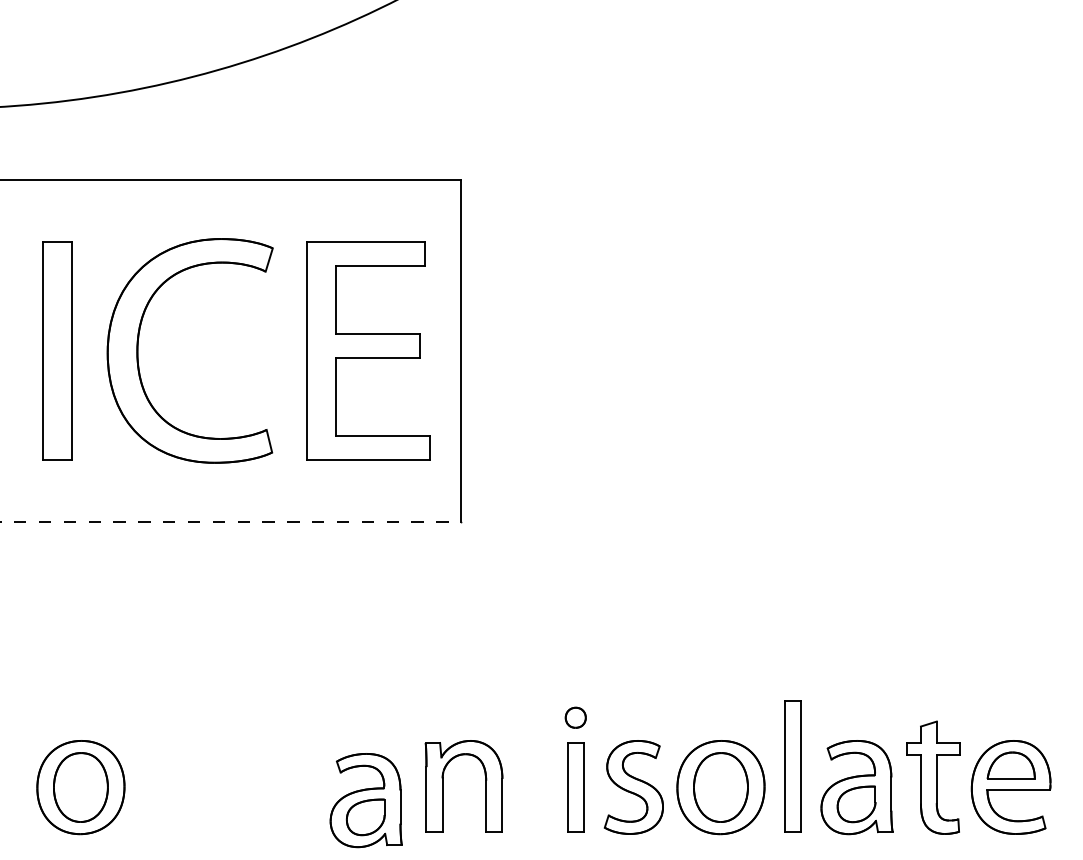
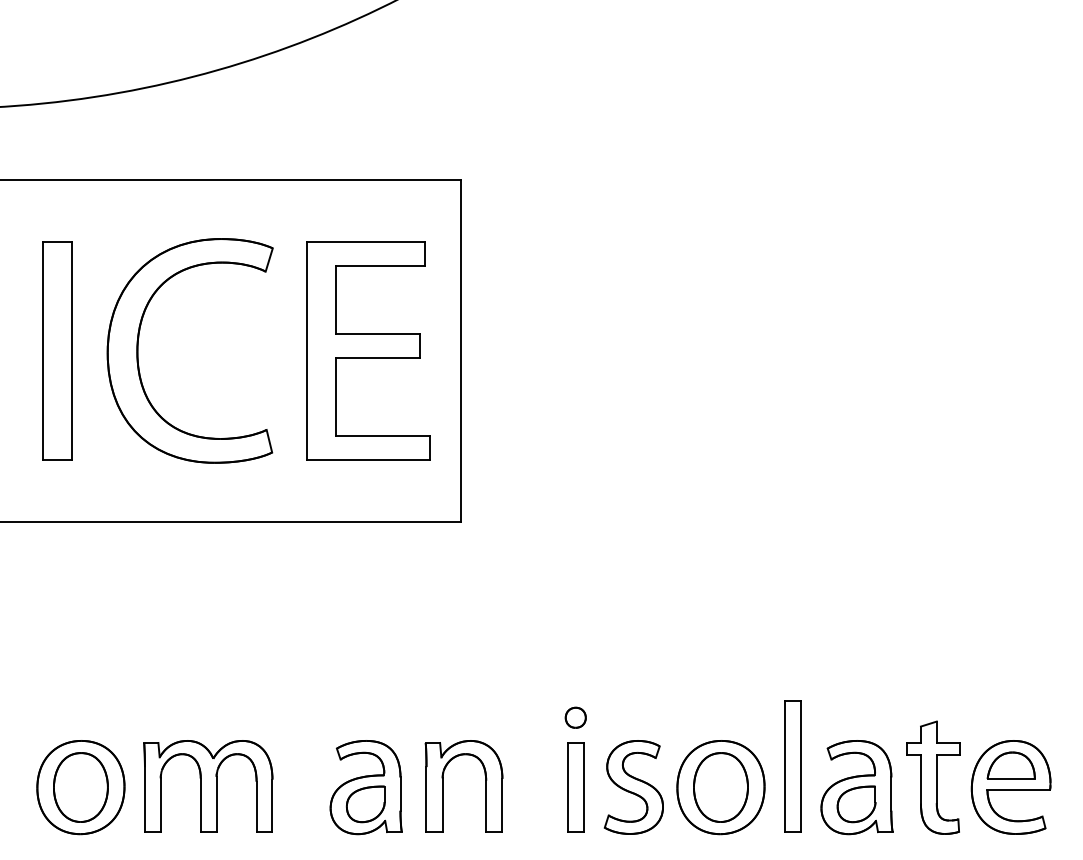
line at (231, 521): dashed -> solid
part at (208, 786): none -> present
part at (365, 800) position: (365, 800) -> (365, 787)
